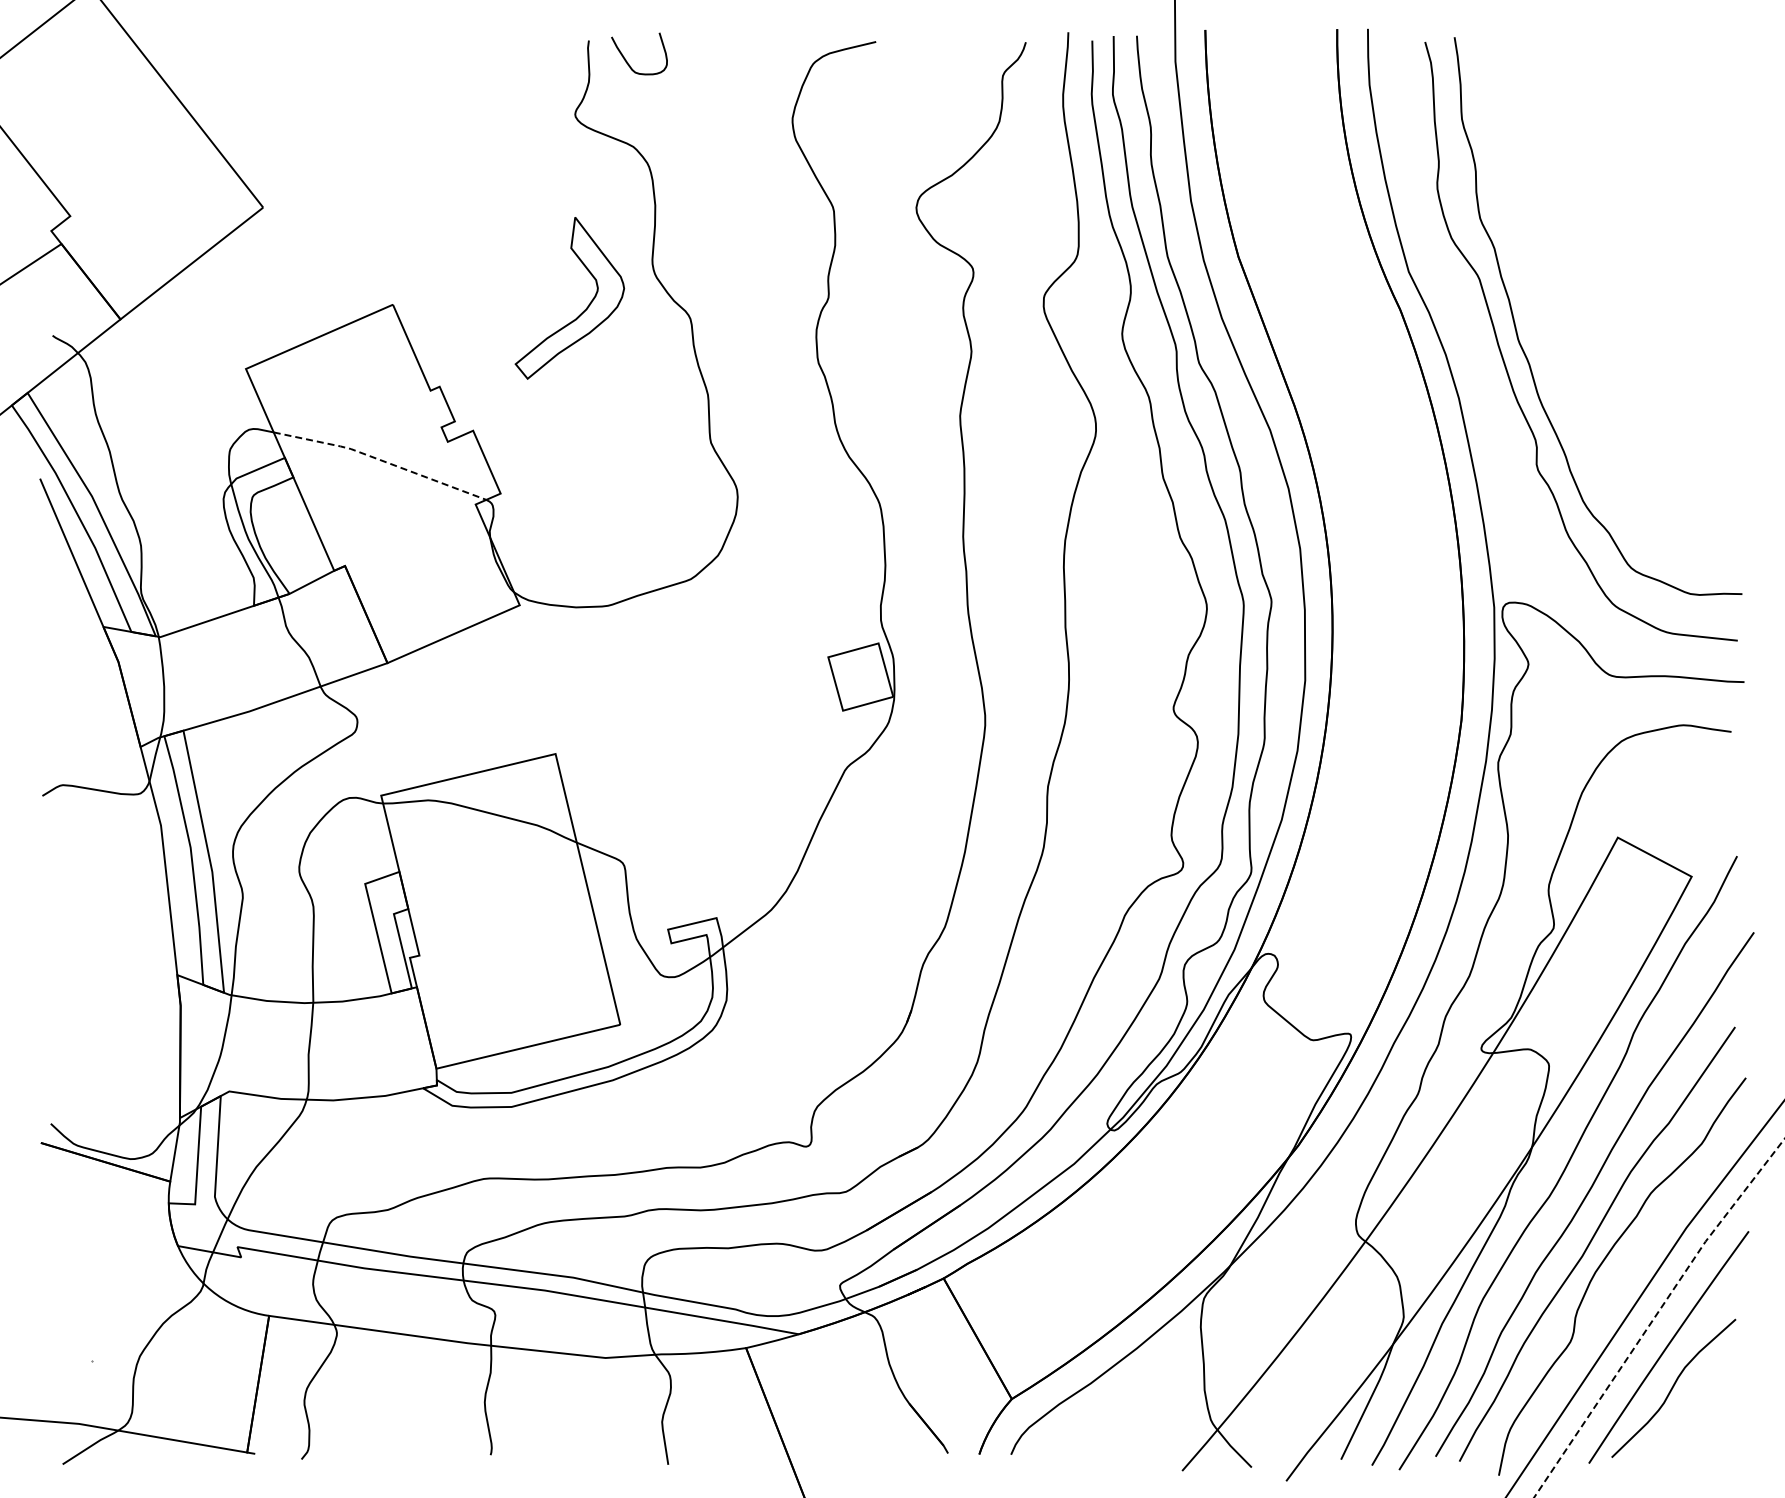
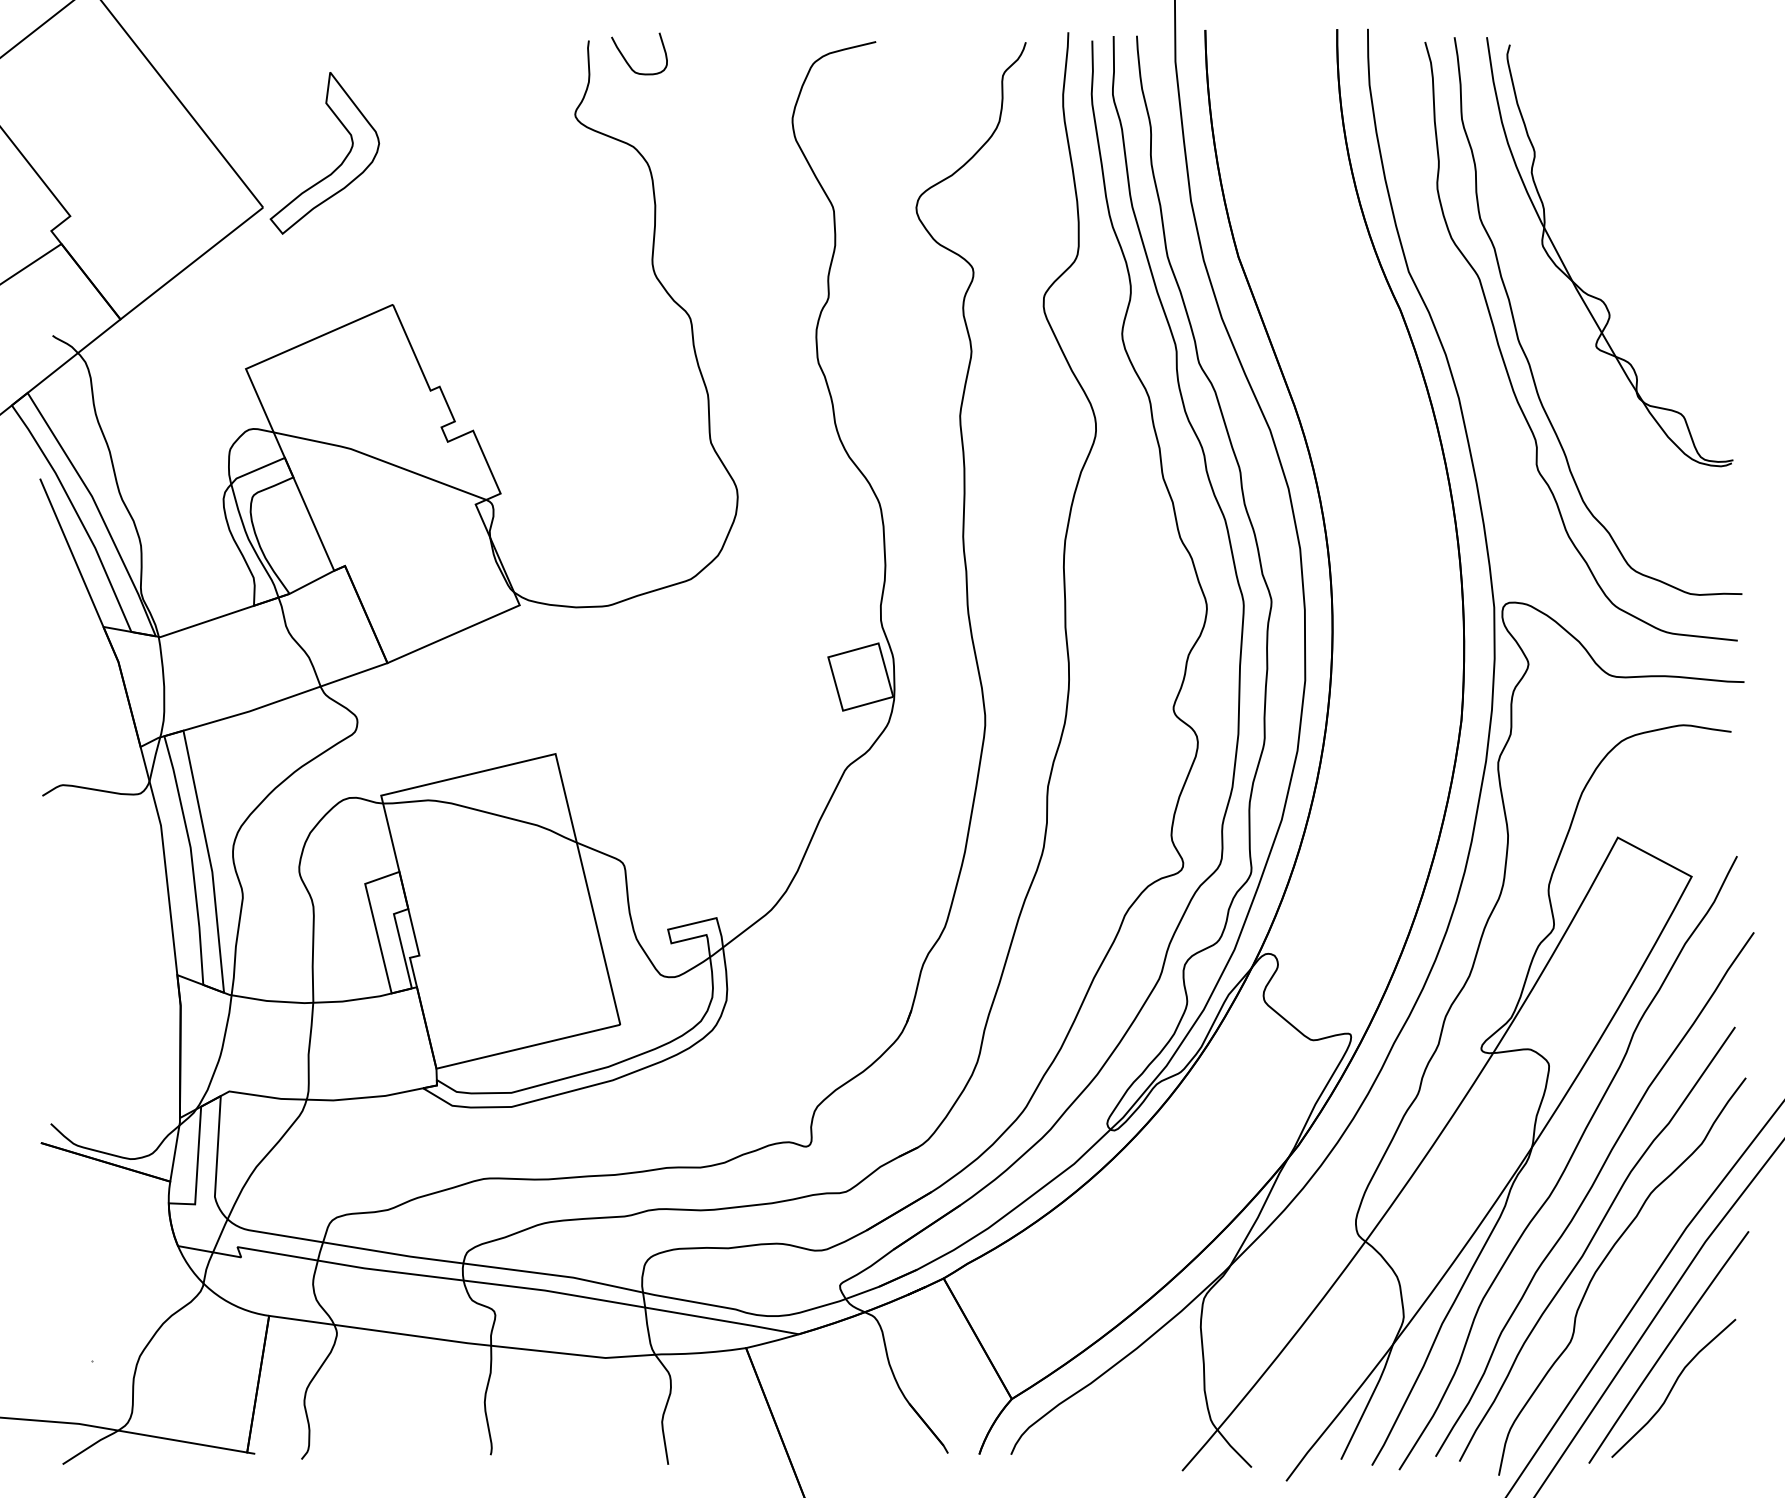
part at (1569, 273): none -> present
part at (582, 311) position: (582, 311) -> (337, 166)
line at (380, 460): dashed -> solid
line at (1656, 1315): dashed -> solid
